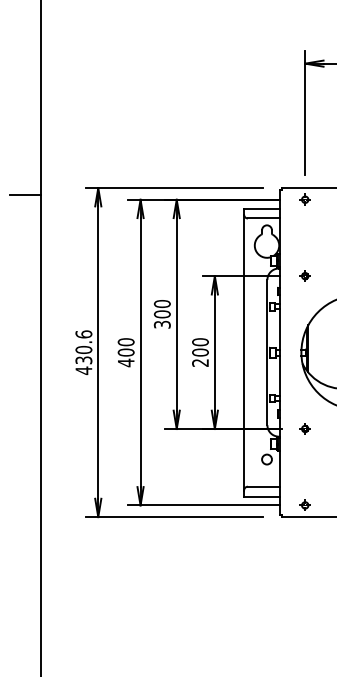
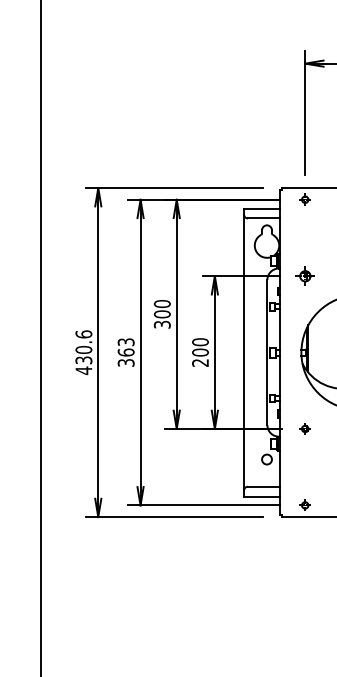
line at (25, 194): present -> none
part at (304, 275) size: 12x12 px -> 20x20 px
text at (125, 352): 400 -> 363
